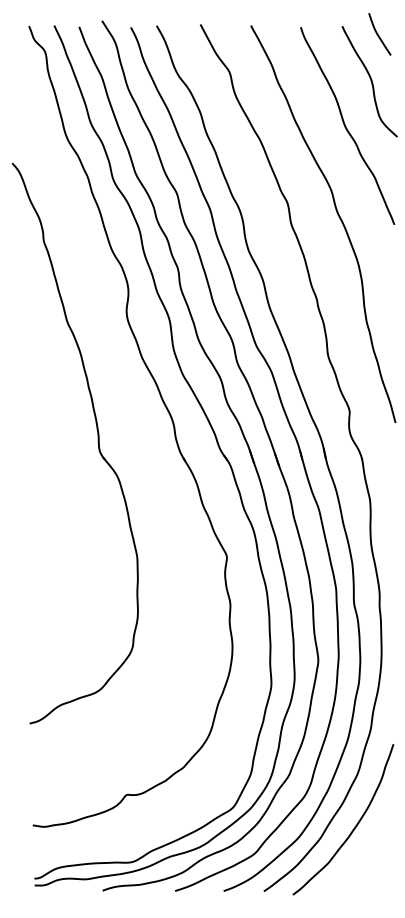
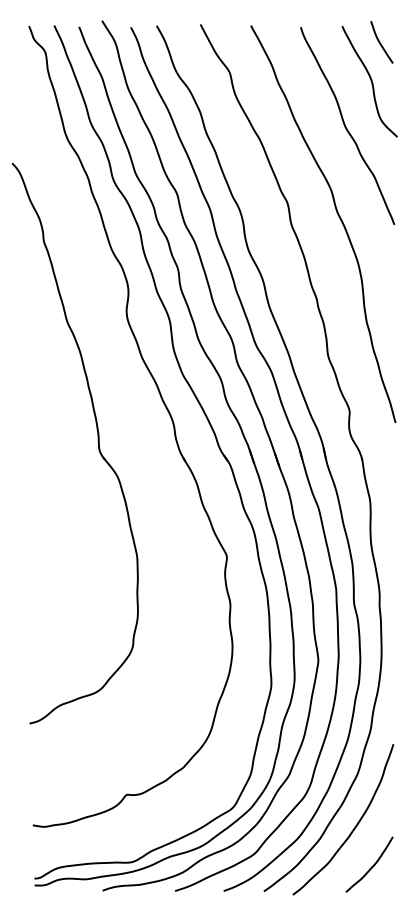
curve at (378, 34) position: (378, 34) -> (380, 42)
curve at (371, 866): none -> present
